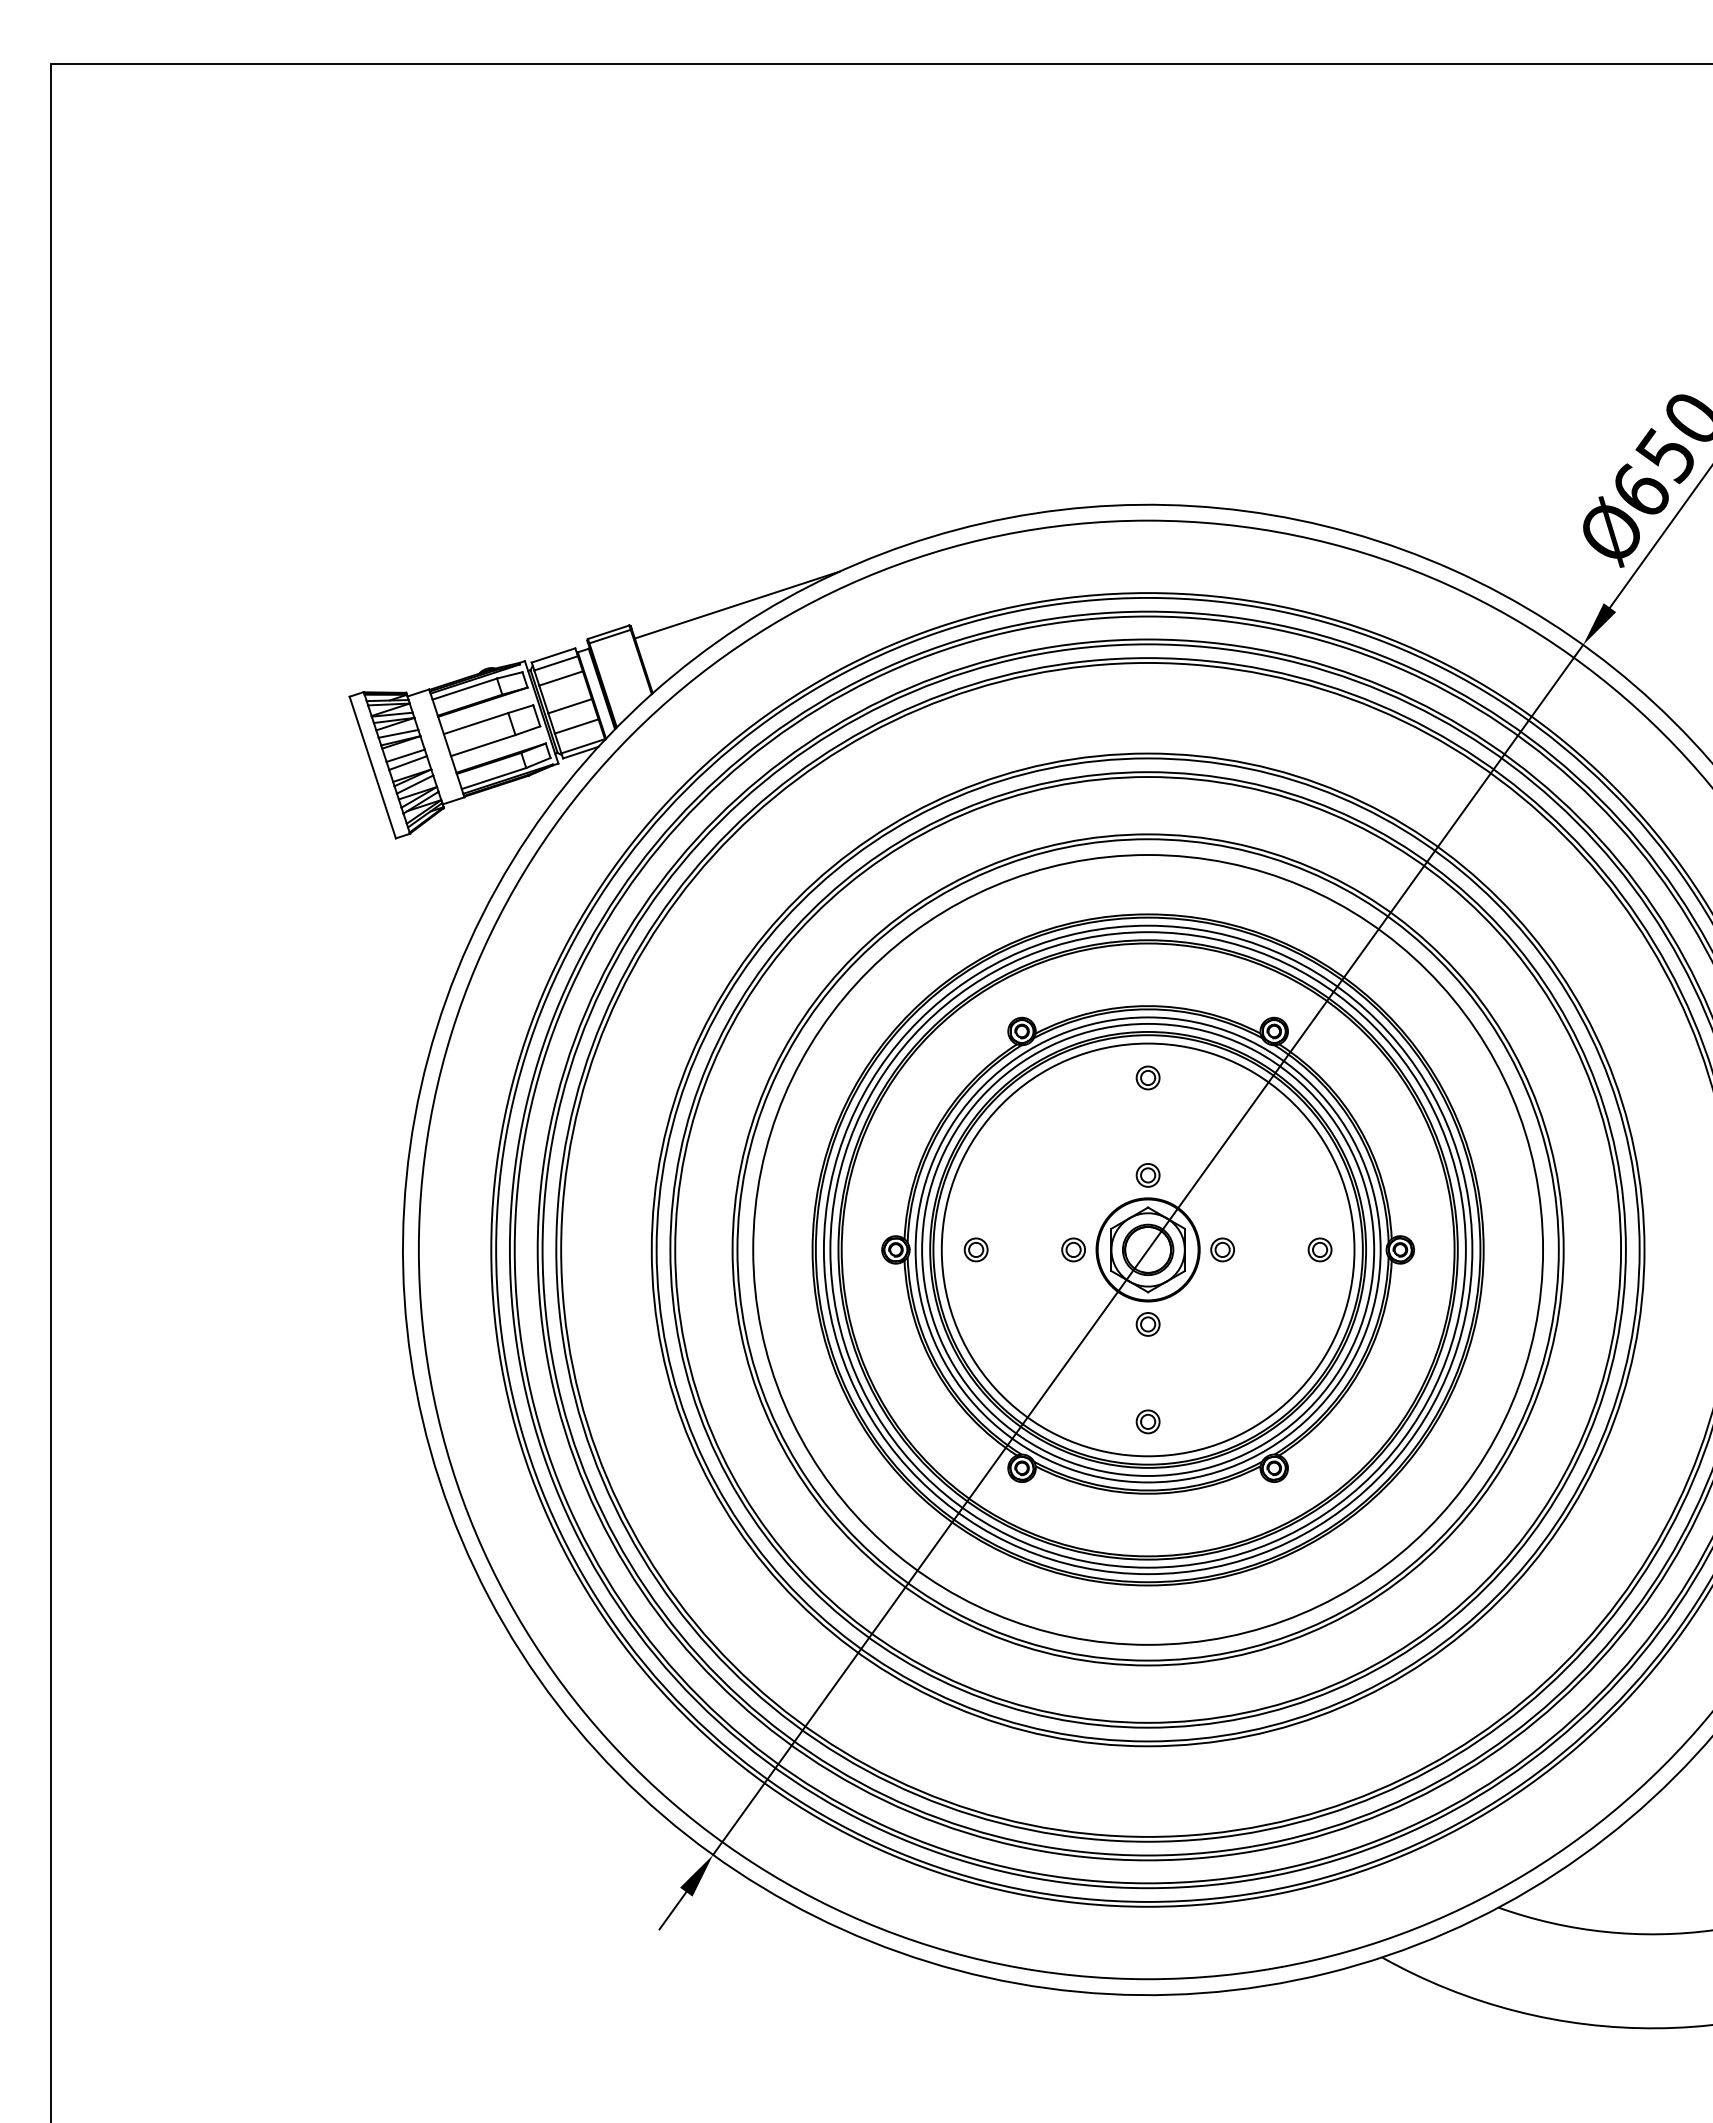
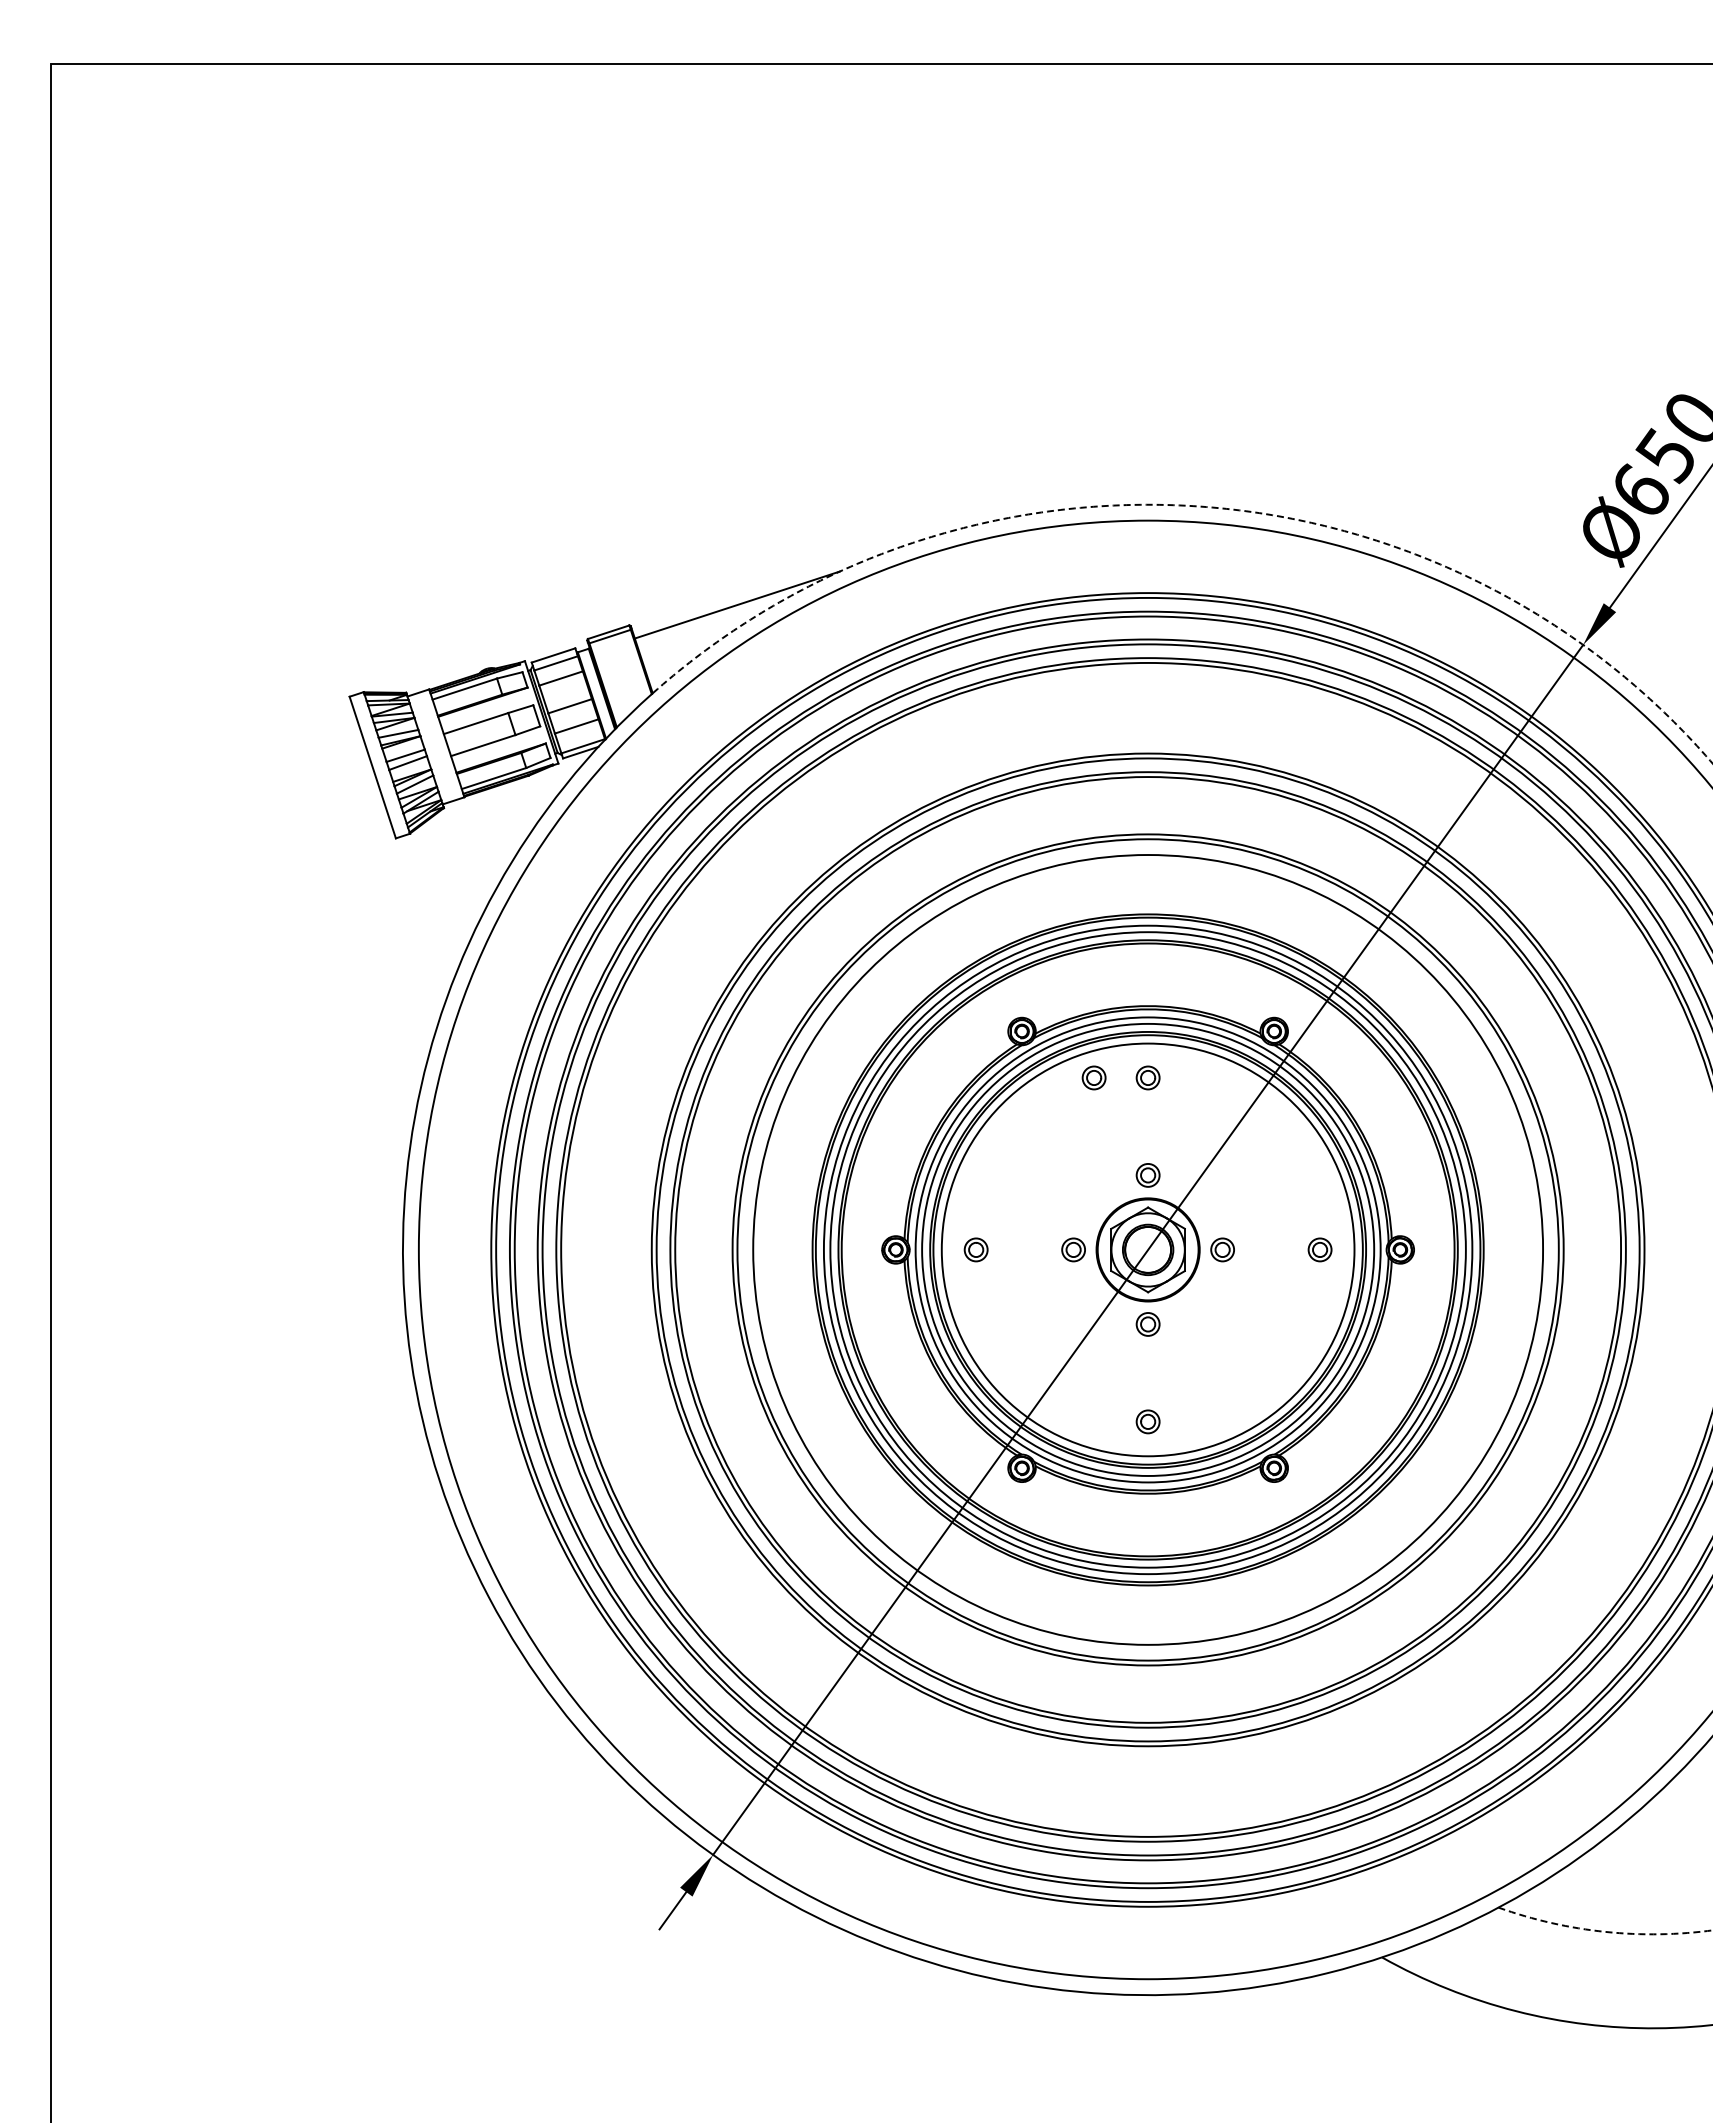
arc at (1196, 506): solid -> dashed
part at (1093, 1077): none -> present
arc at (1605, 1931): solid -> dashed
